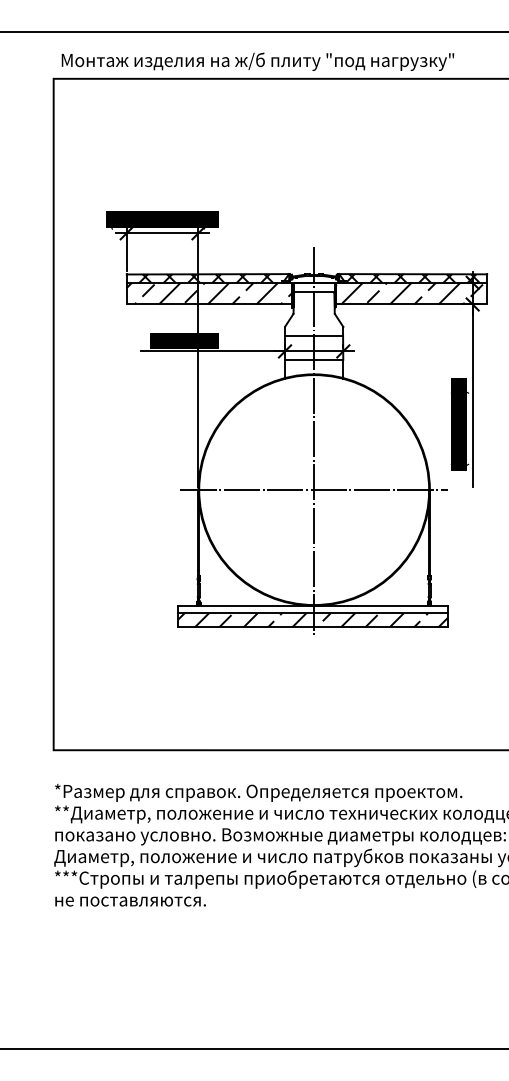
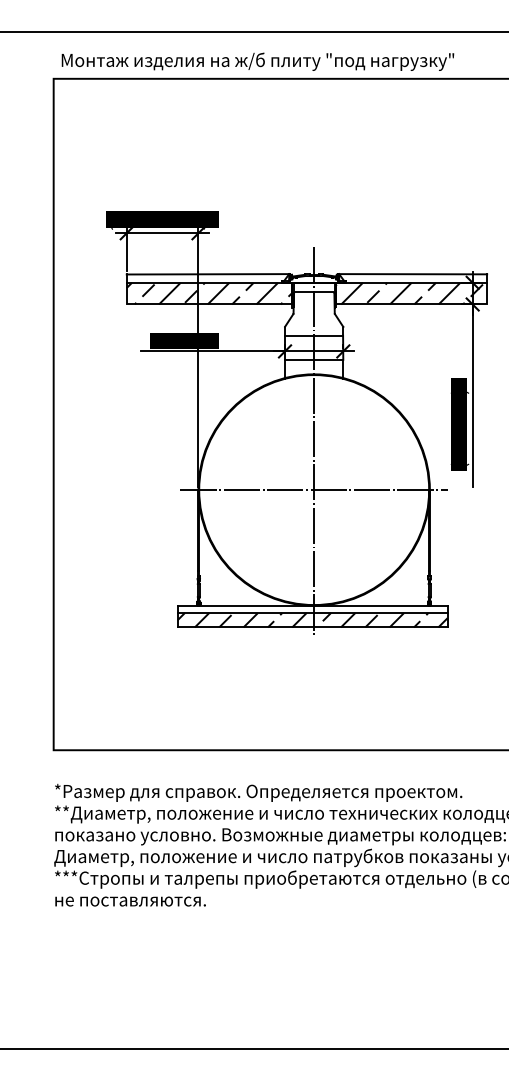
hatch at (207, 278): present -> none
hatch at (412, 278): present -> none
